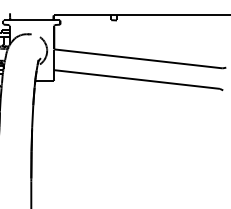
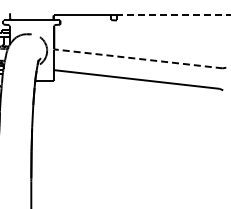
line at (173, 15): solid -> dashed
line at (138, 58): solid -> dashed
